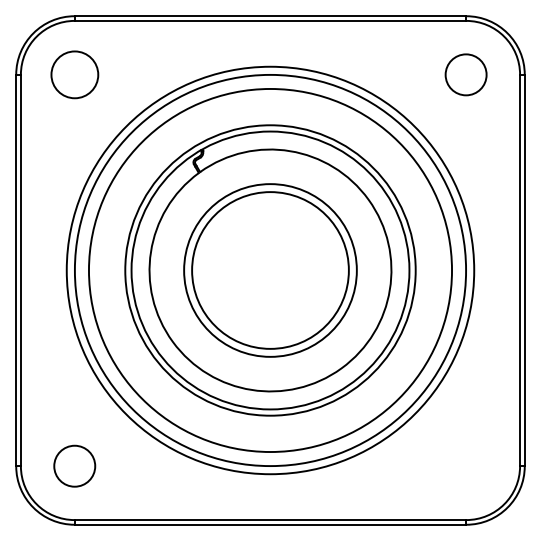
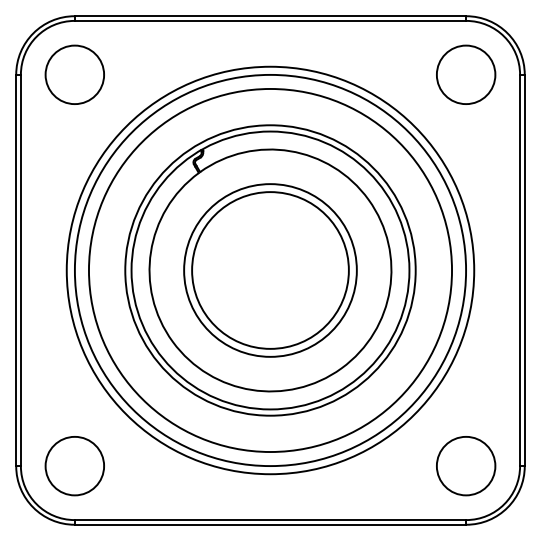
circle at (74, 74) diameter: 47 px -> 59 px
circle at (465, 74) diameter: 41 px -> 59 px
circle at (74, 465) size: 44x44 px -> 61x61 px
circle at (466, 466): none -> present
